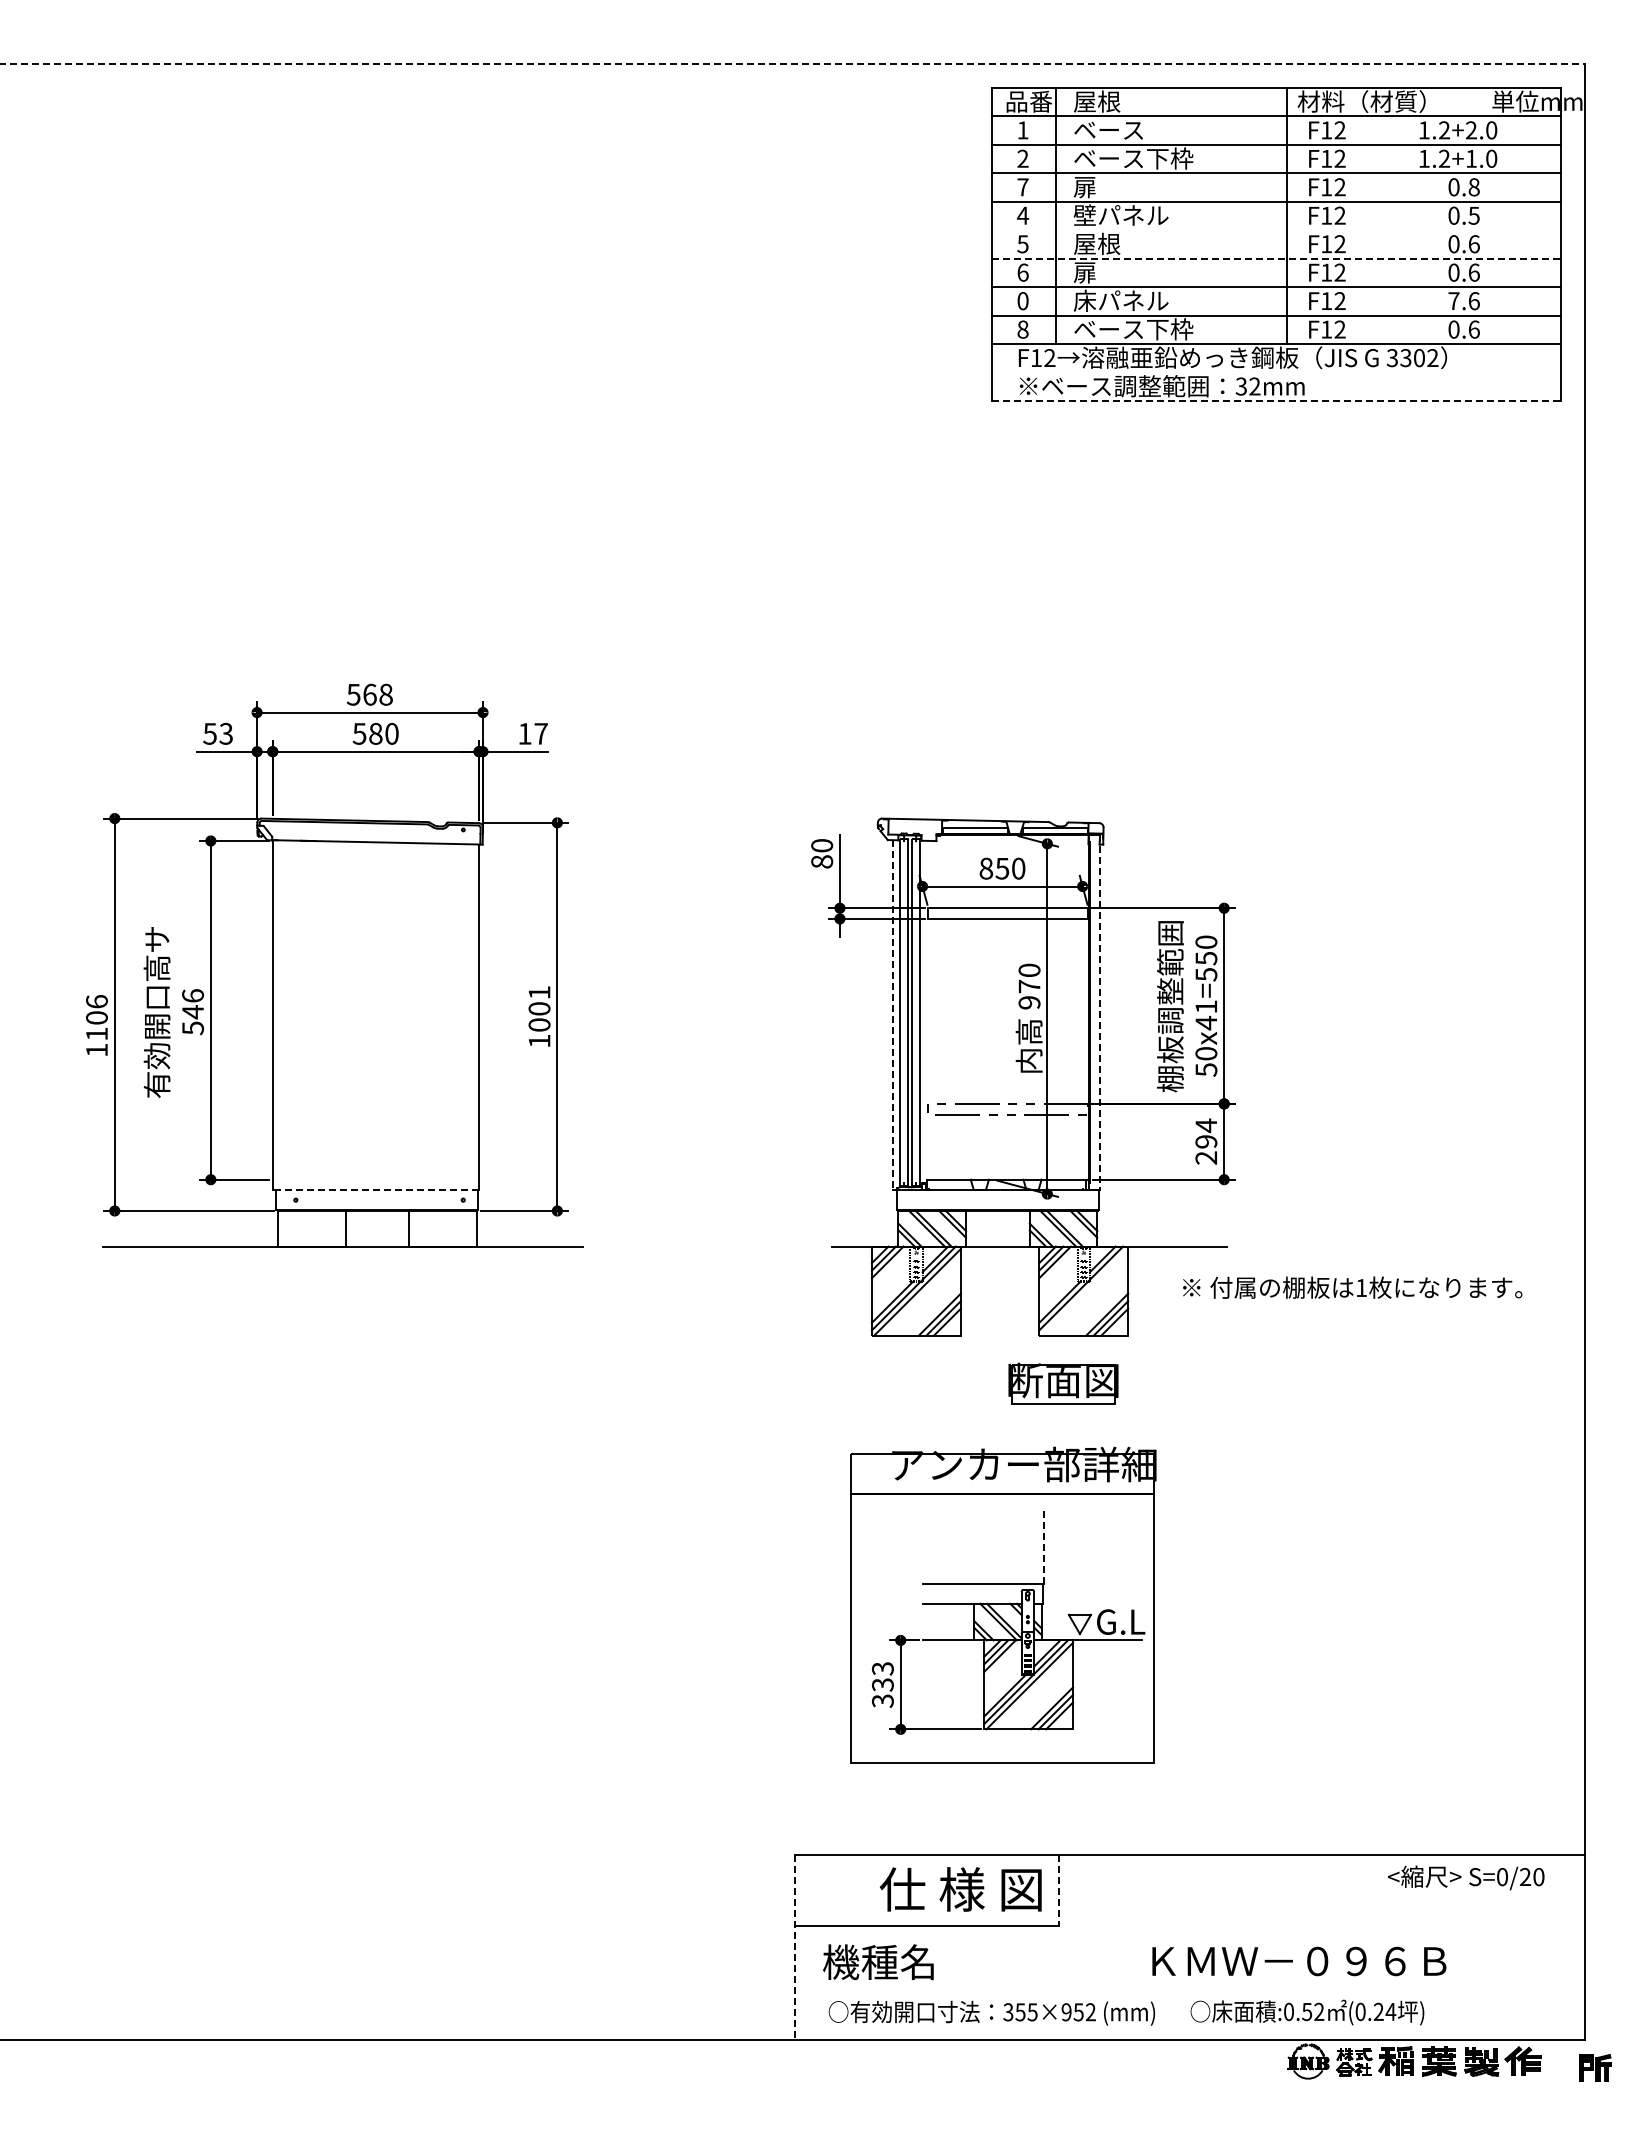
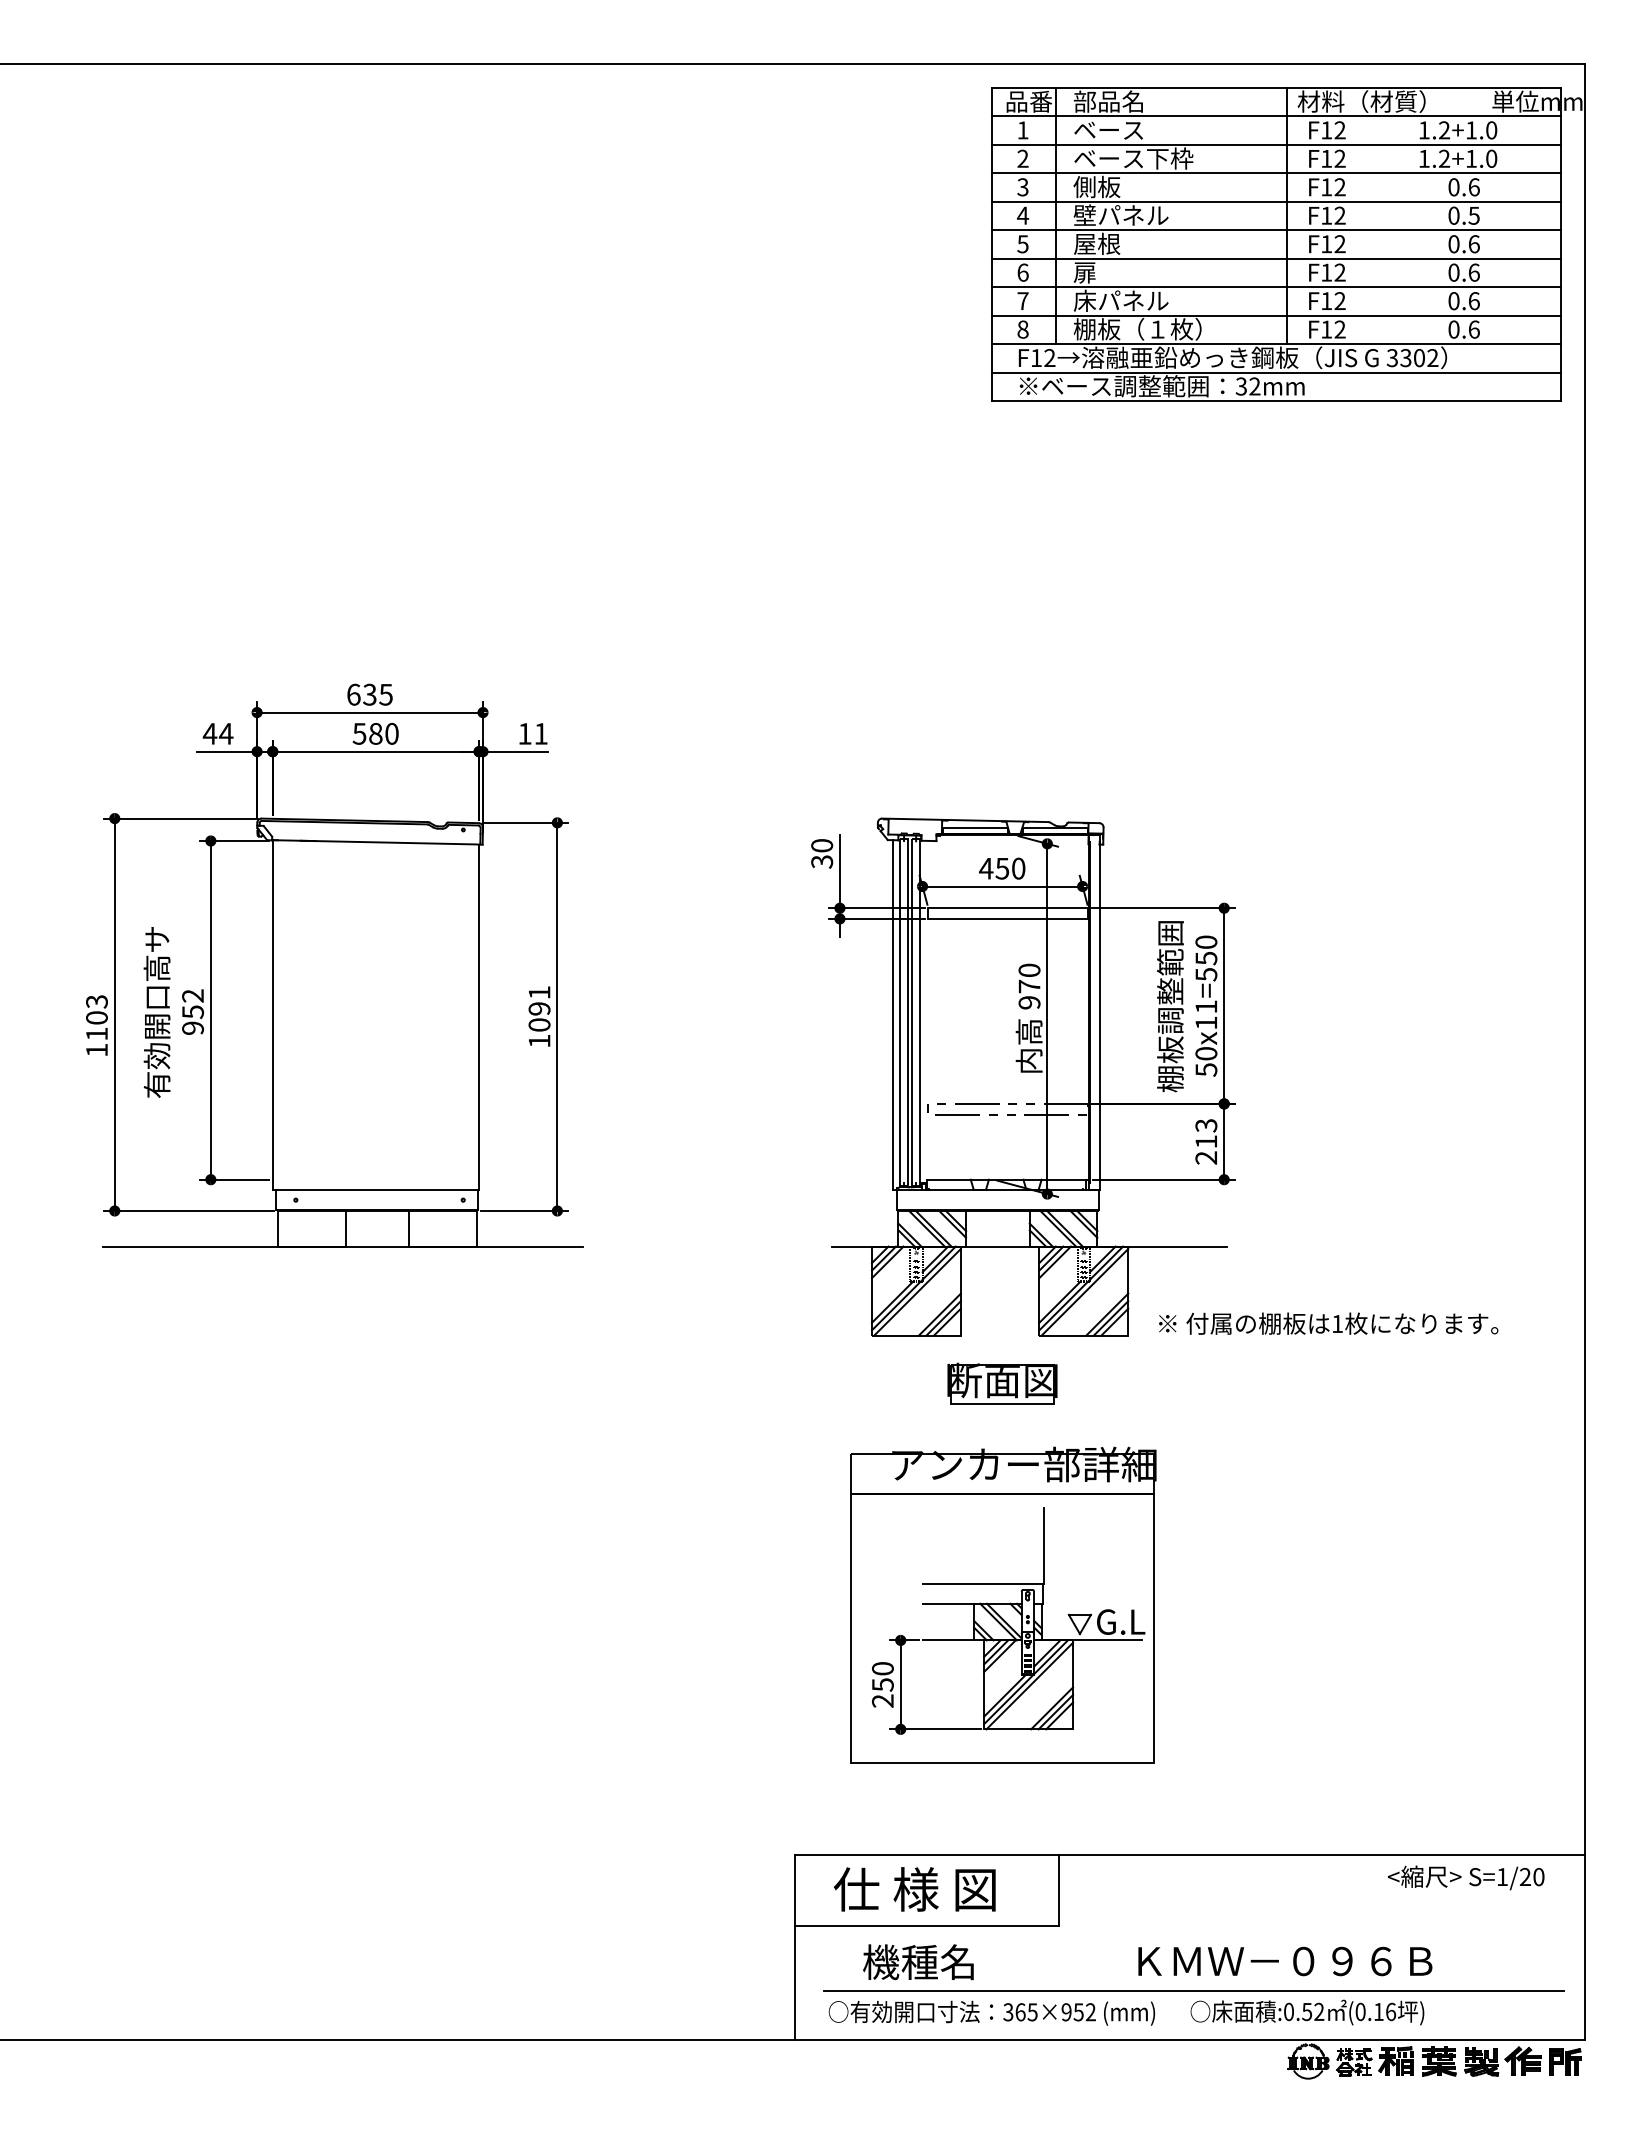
line at (793, 64): dashed -> solid
text at (1107, 101): 屋根 -> 部品名
text at (1470, 130): 1.2+2.0 -> 1.2+1.0
text at (1096, 186): 扉 -> 側板
text at (1022, 187): 7 -> 3
text at (1473, 187): 0.8 -> 0.6
line at (1276, 230): none -> present
line at (1276, 258): dashed -> solid
text at (1022, 301): 0 -> 7
text at (1453, 301): 7.6 -> 0.6
text at (1137, 329): ベース下枠 -> 棚板（１枚）
line at (1276, 372): none -> present
line at (1276, 401): dashed -> solid
text at (369, 694): 568 -> 635
text at (217, 733): 53 -> 44
text at (540, 733): 17 -> 11
text at (821, 861): 80 -> 30
text at (986, 868): 850 -> 450
text at (96, 1001): 1106 -> 1103
text at (539, 1008): 1001 -> 1091
text at (193, 1012): 546 -> 952
line at (1099, 1012): dashed -> solid
line at (893, 1015): dashed -> solid
text at (1205, 1022): 50x41=550 -> 50x11=550
text at (1206, 1133): 294 -> 213
line at (375, 1190): dashed -> solid
text at (1352, 1287) position: (1352, 1287) -> (1328, 1323)
line at (1084, 1291): none -> present
part at (1063, 1383) position: (1063, 1383) -> (1002, 1383)
line at (1043, 1546): dashed -> solid
text at (882, 1684): 333 -> 250
text at (1502, 1877): S=0/20 -> S=1/20
text at (960, 1889) position: (960, 1889) -> (914, 1889)
line at (1058, 1890): dashed -> solid
line at (795, 1947): dashed -> solid
text at (1299, 1961) position: (1299, 1961) -> (1285, 1961)
text at (878, 1962) position: (878, 1962) -> (918, 1962)
line at (1193, 1990): none -> present
text at (1384, 2011): (0.24 -> (0.16
text at (1020, 2012): 355×952 -> 365×952
part at (1595, 2067) position: (1595, 2067) -> (1565, 2061)
